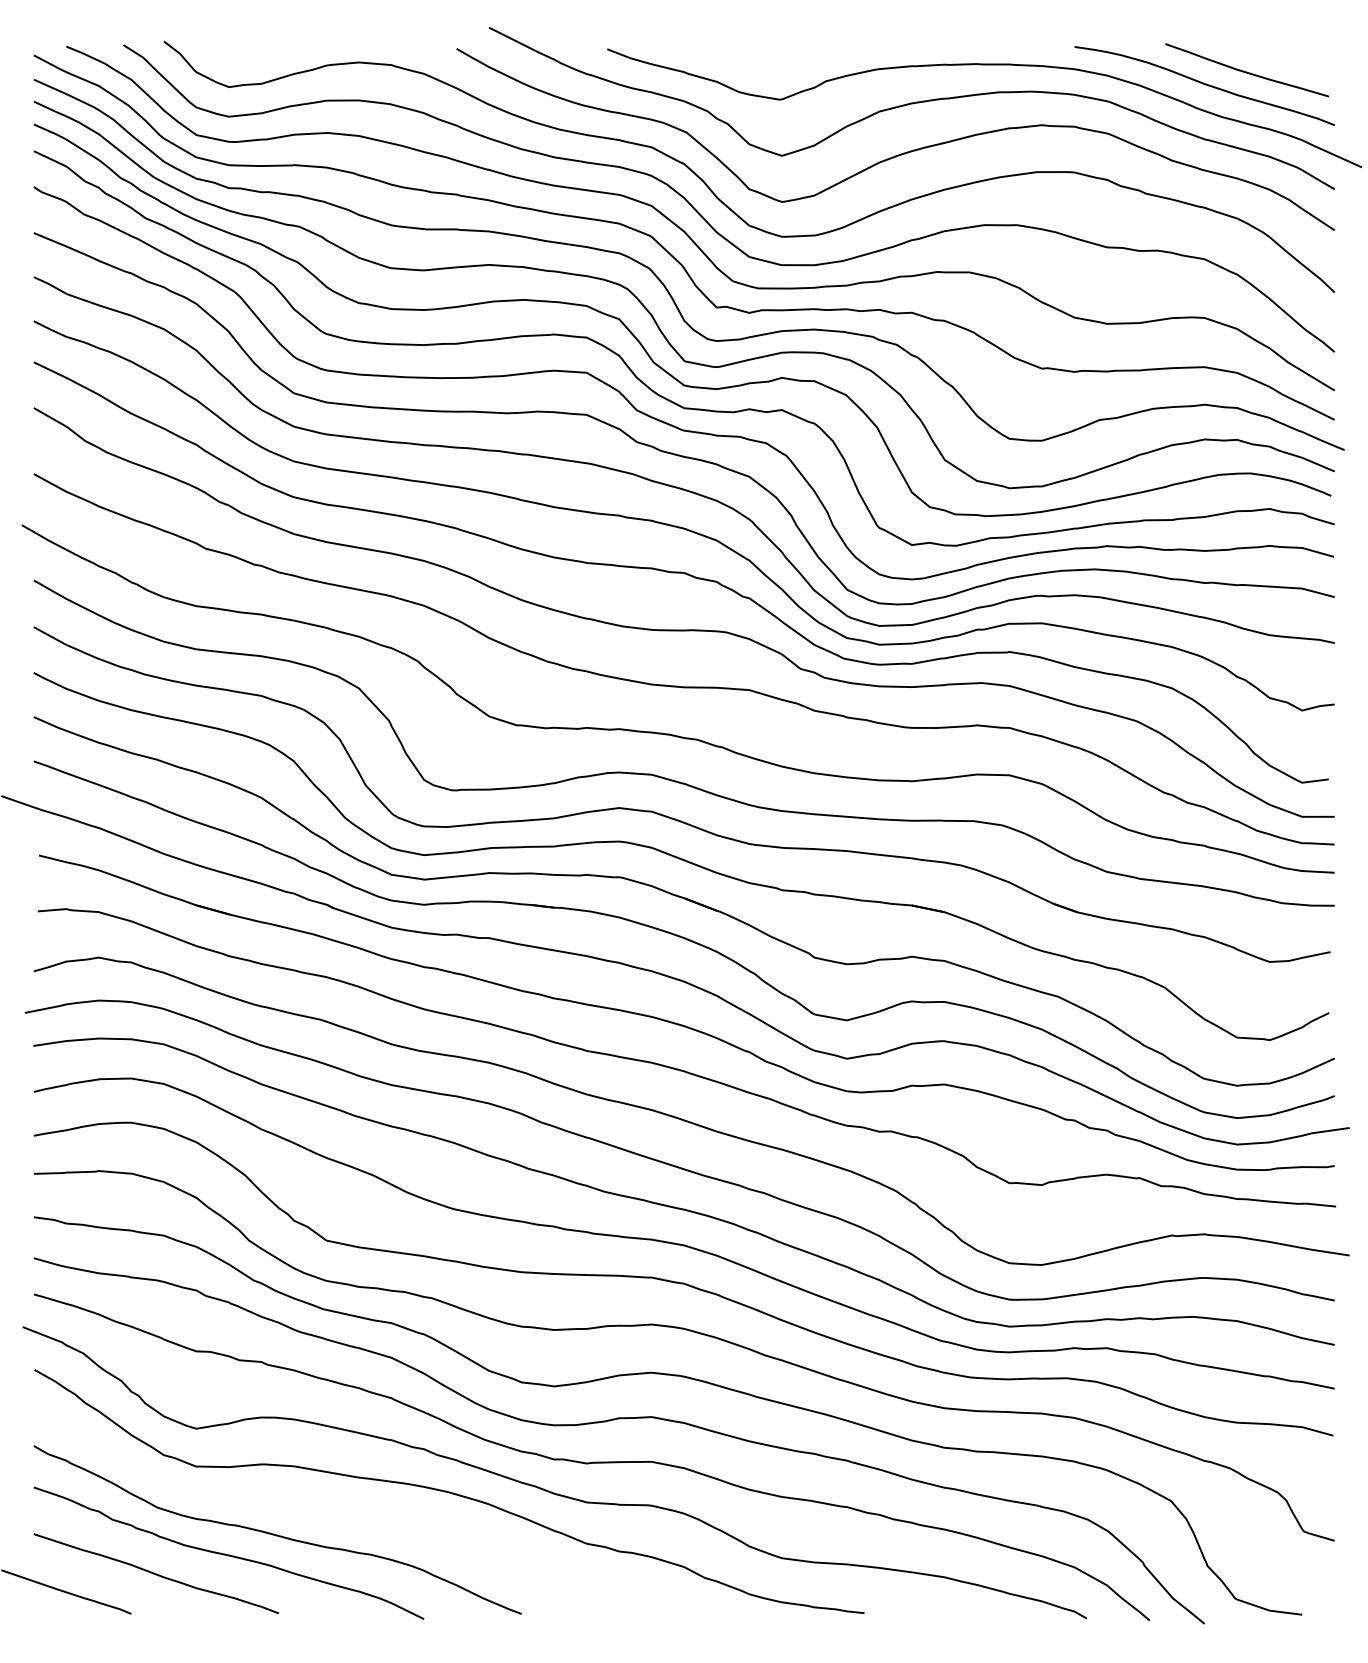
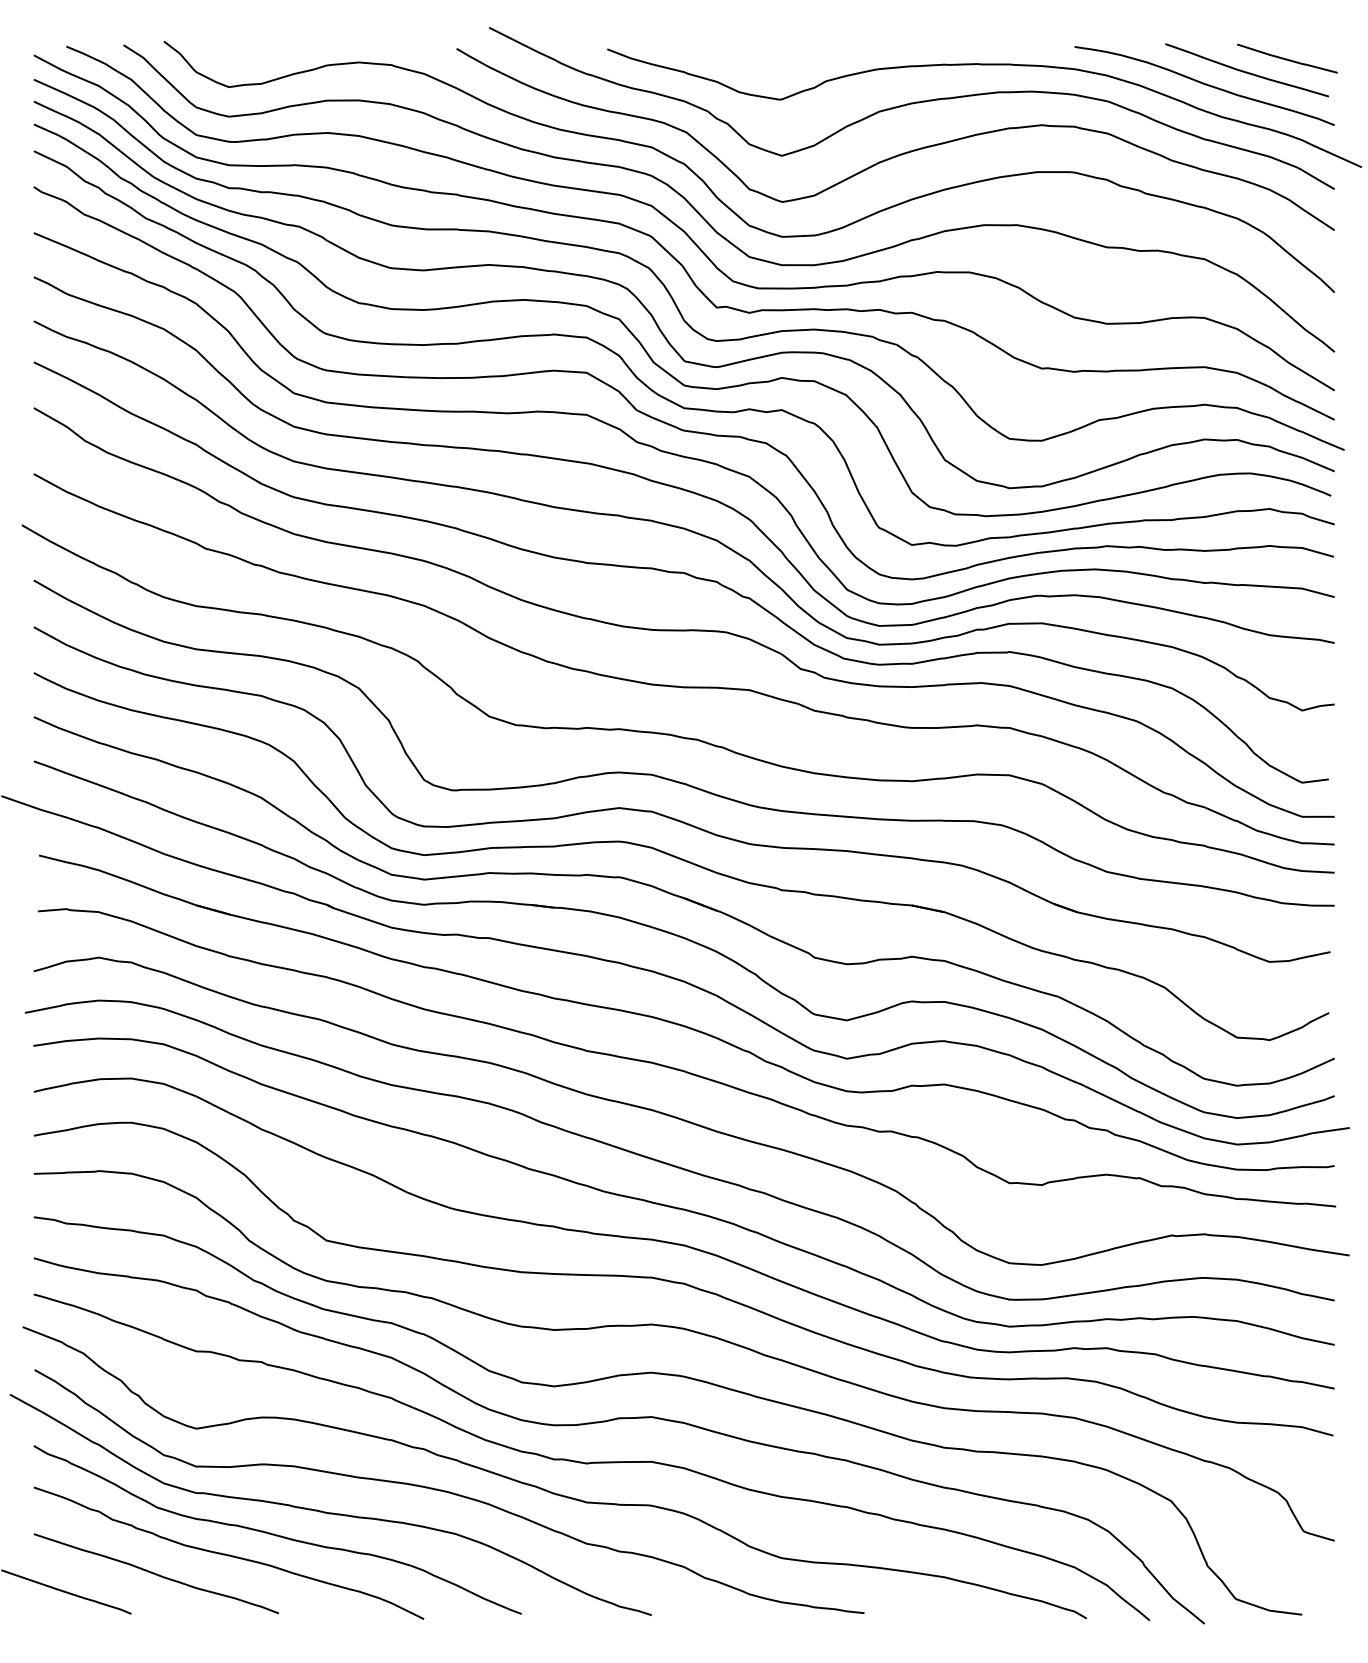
line at (1287, 58): none -> present
curve at (330, 1512): none -> present
